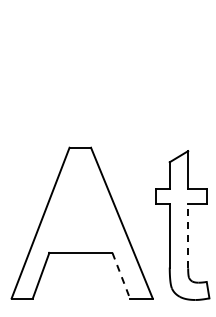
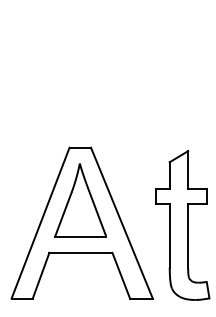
part at (80, 200): none -> present
line at (188, 235): dashed -> solid
line at (121, 276): dashed -> solid
